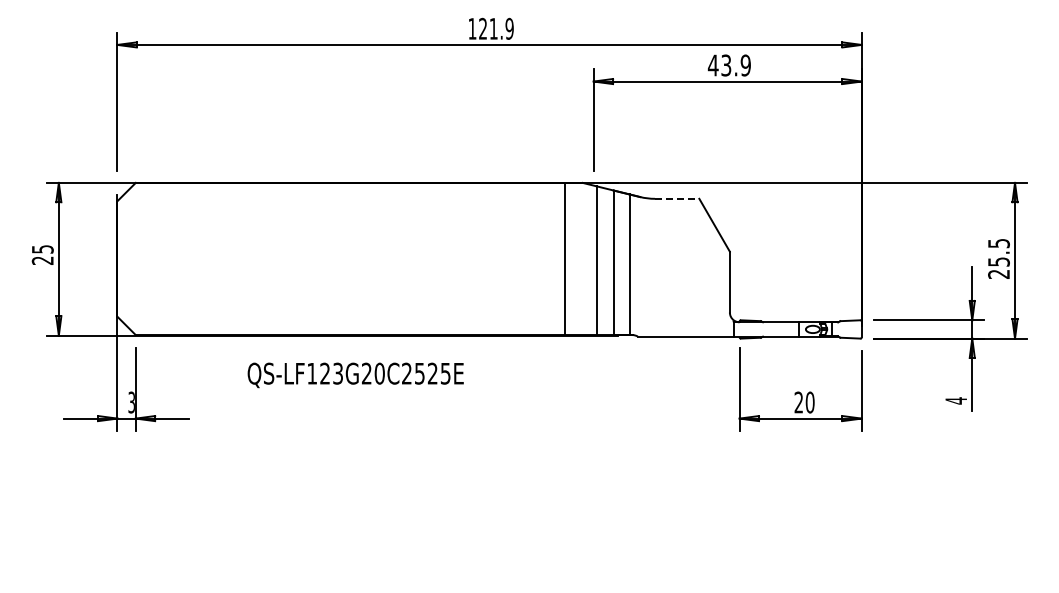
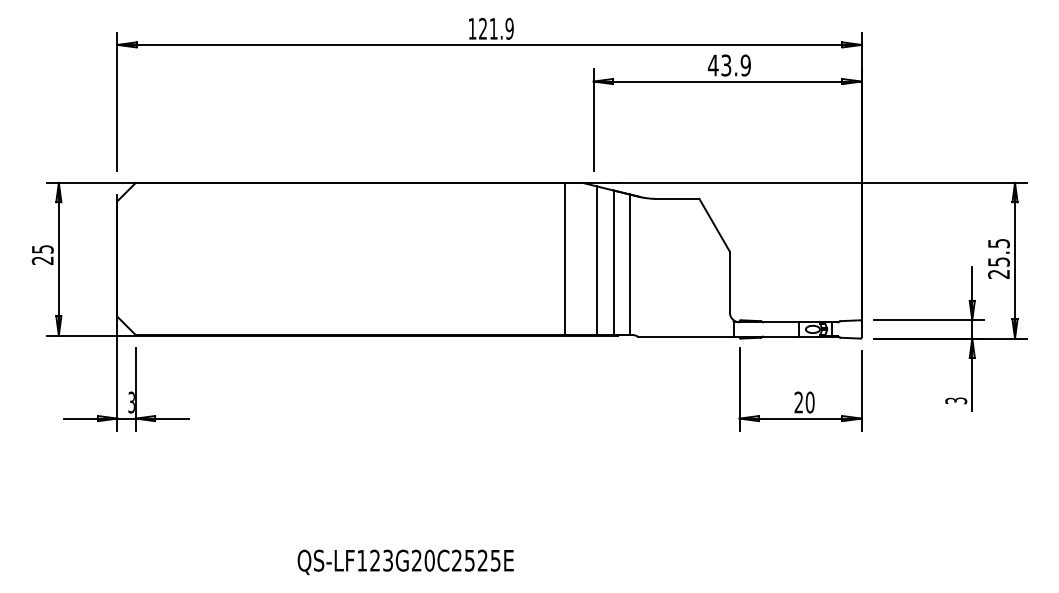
line at (677, 198): dashed -> solid
text at (355, 375) position: (355, 375) -> (405, 562)
text at (956, 400): 4 -> 3
